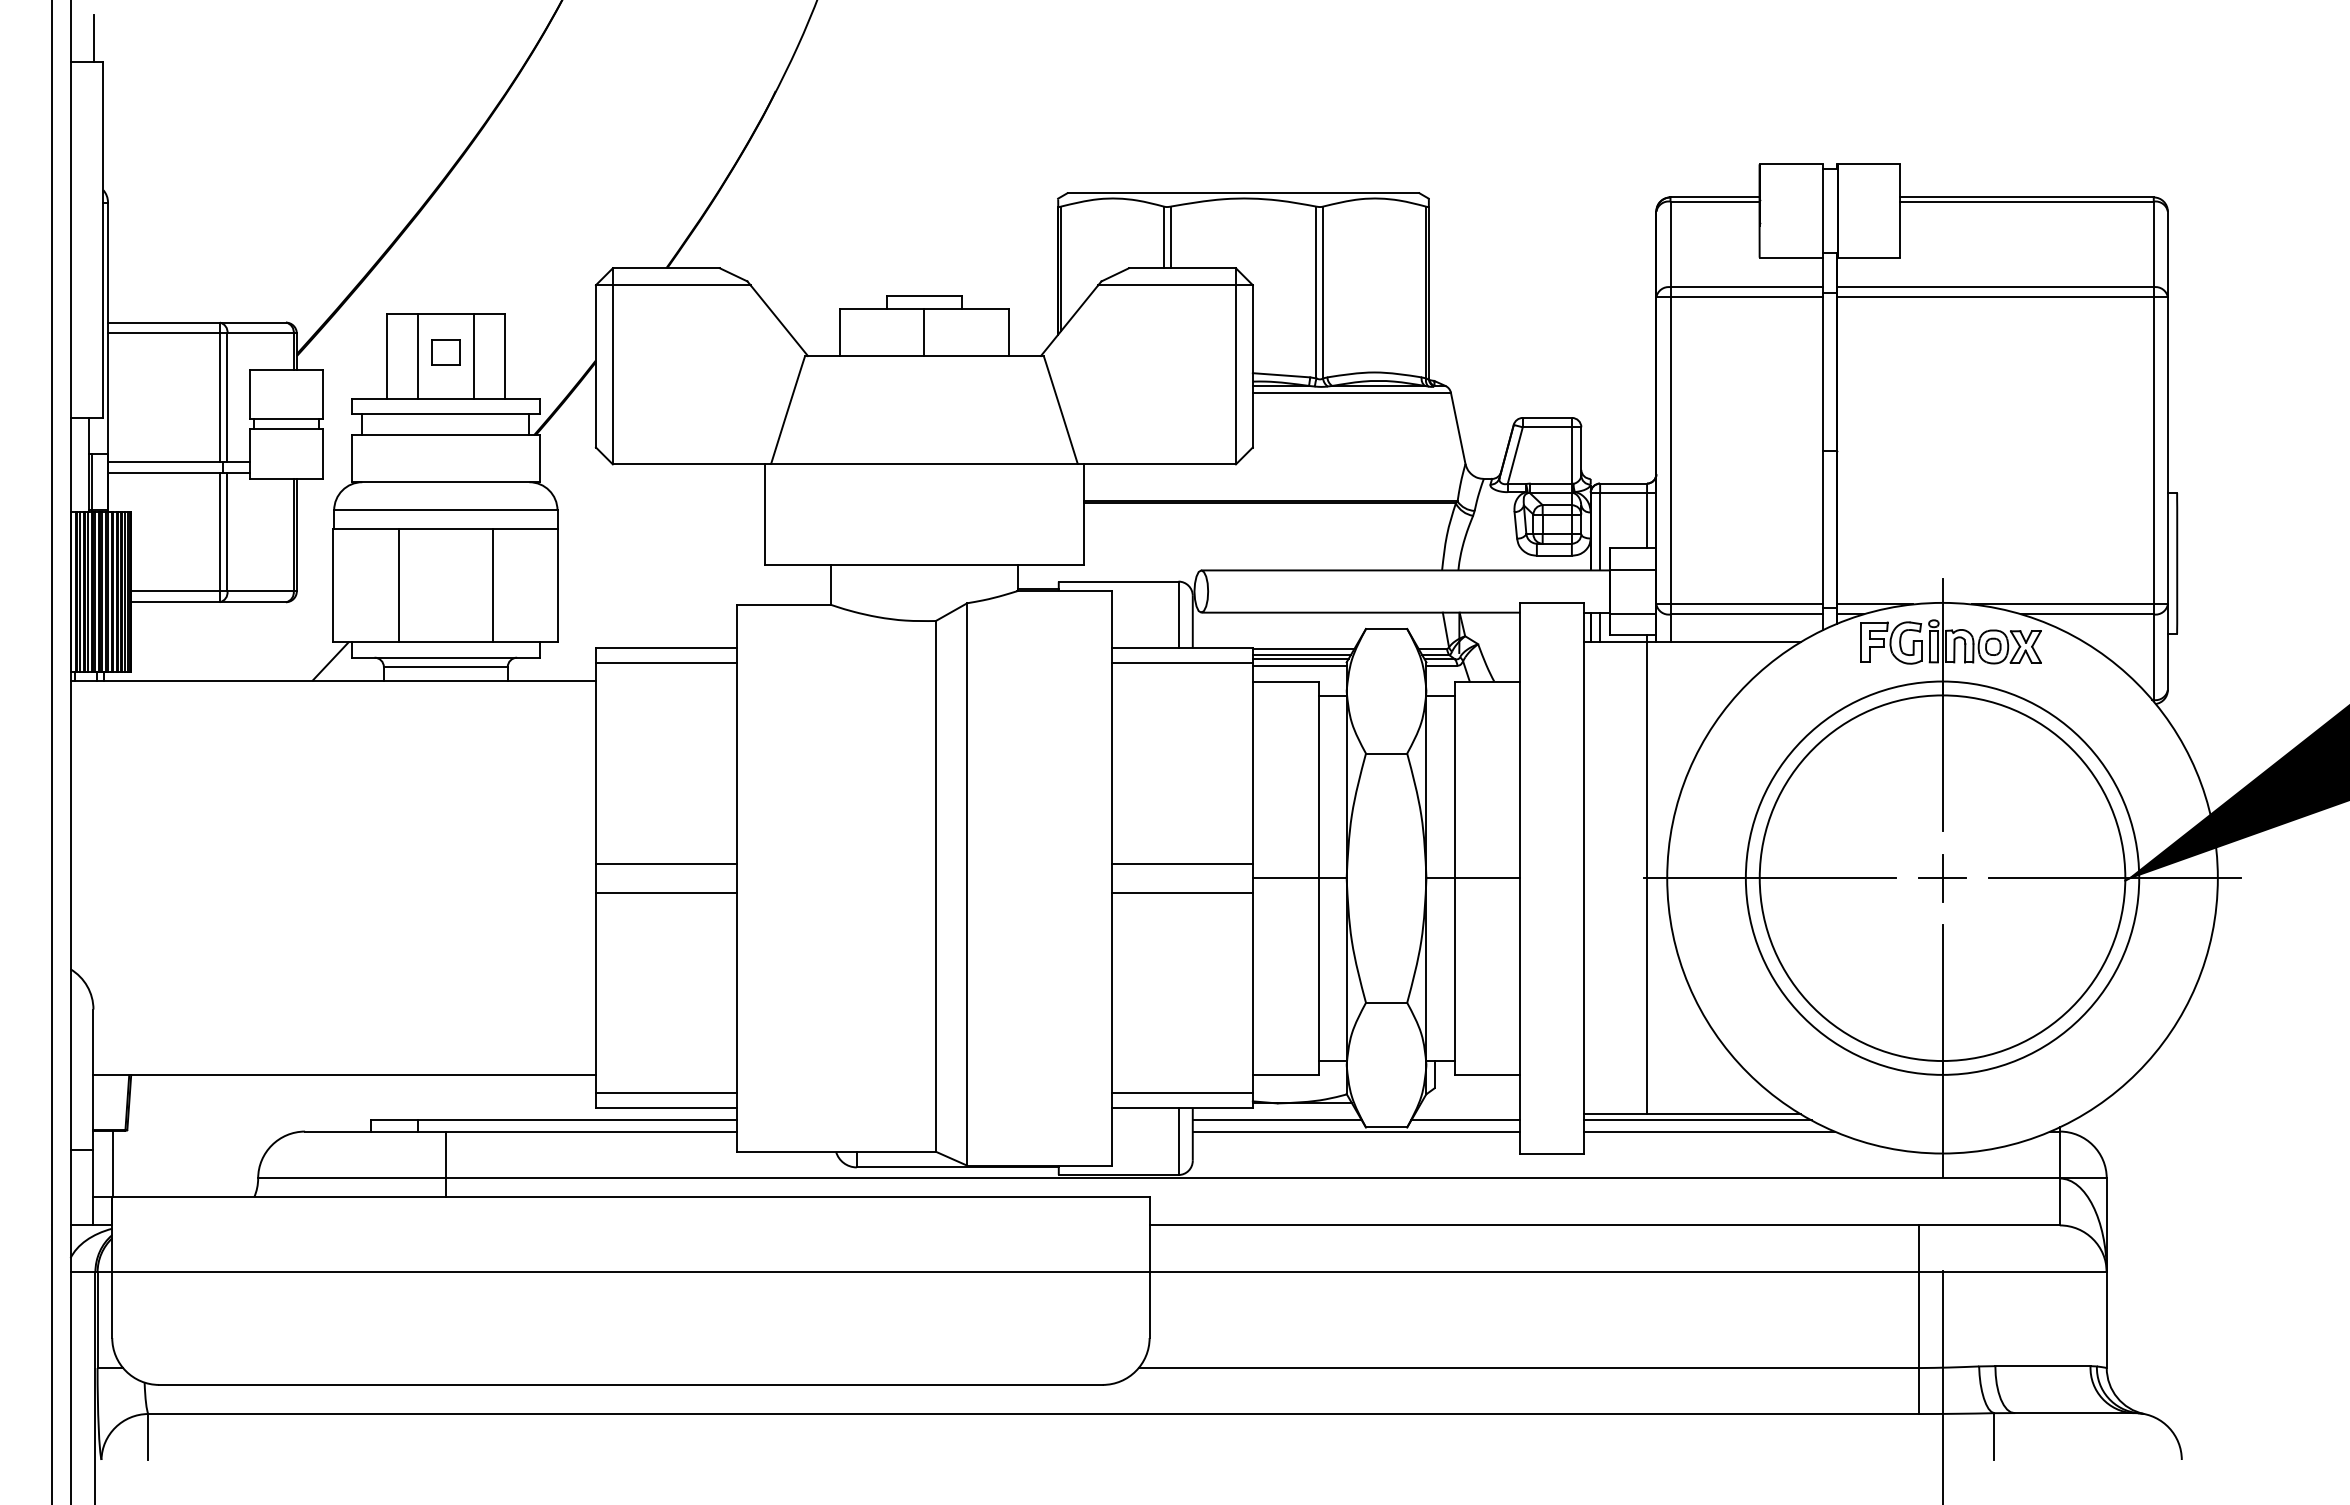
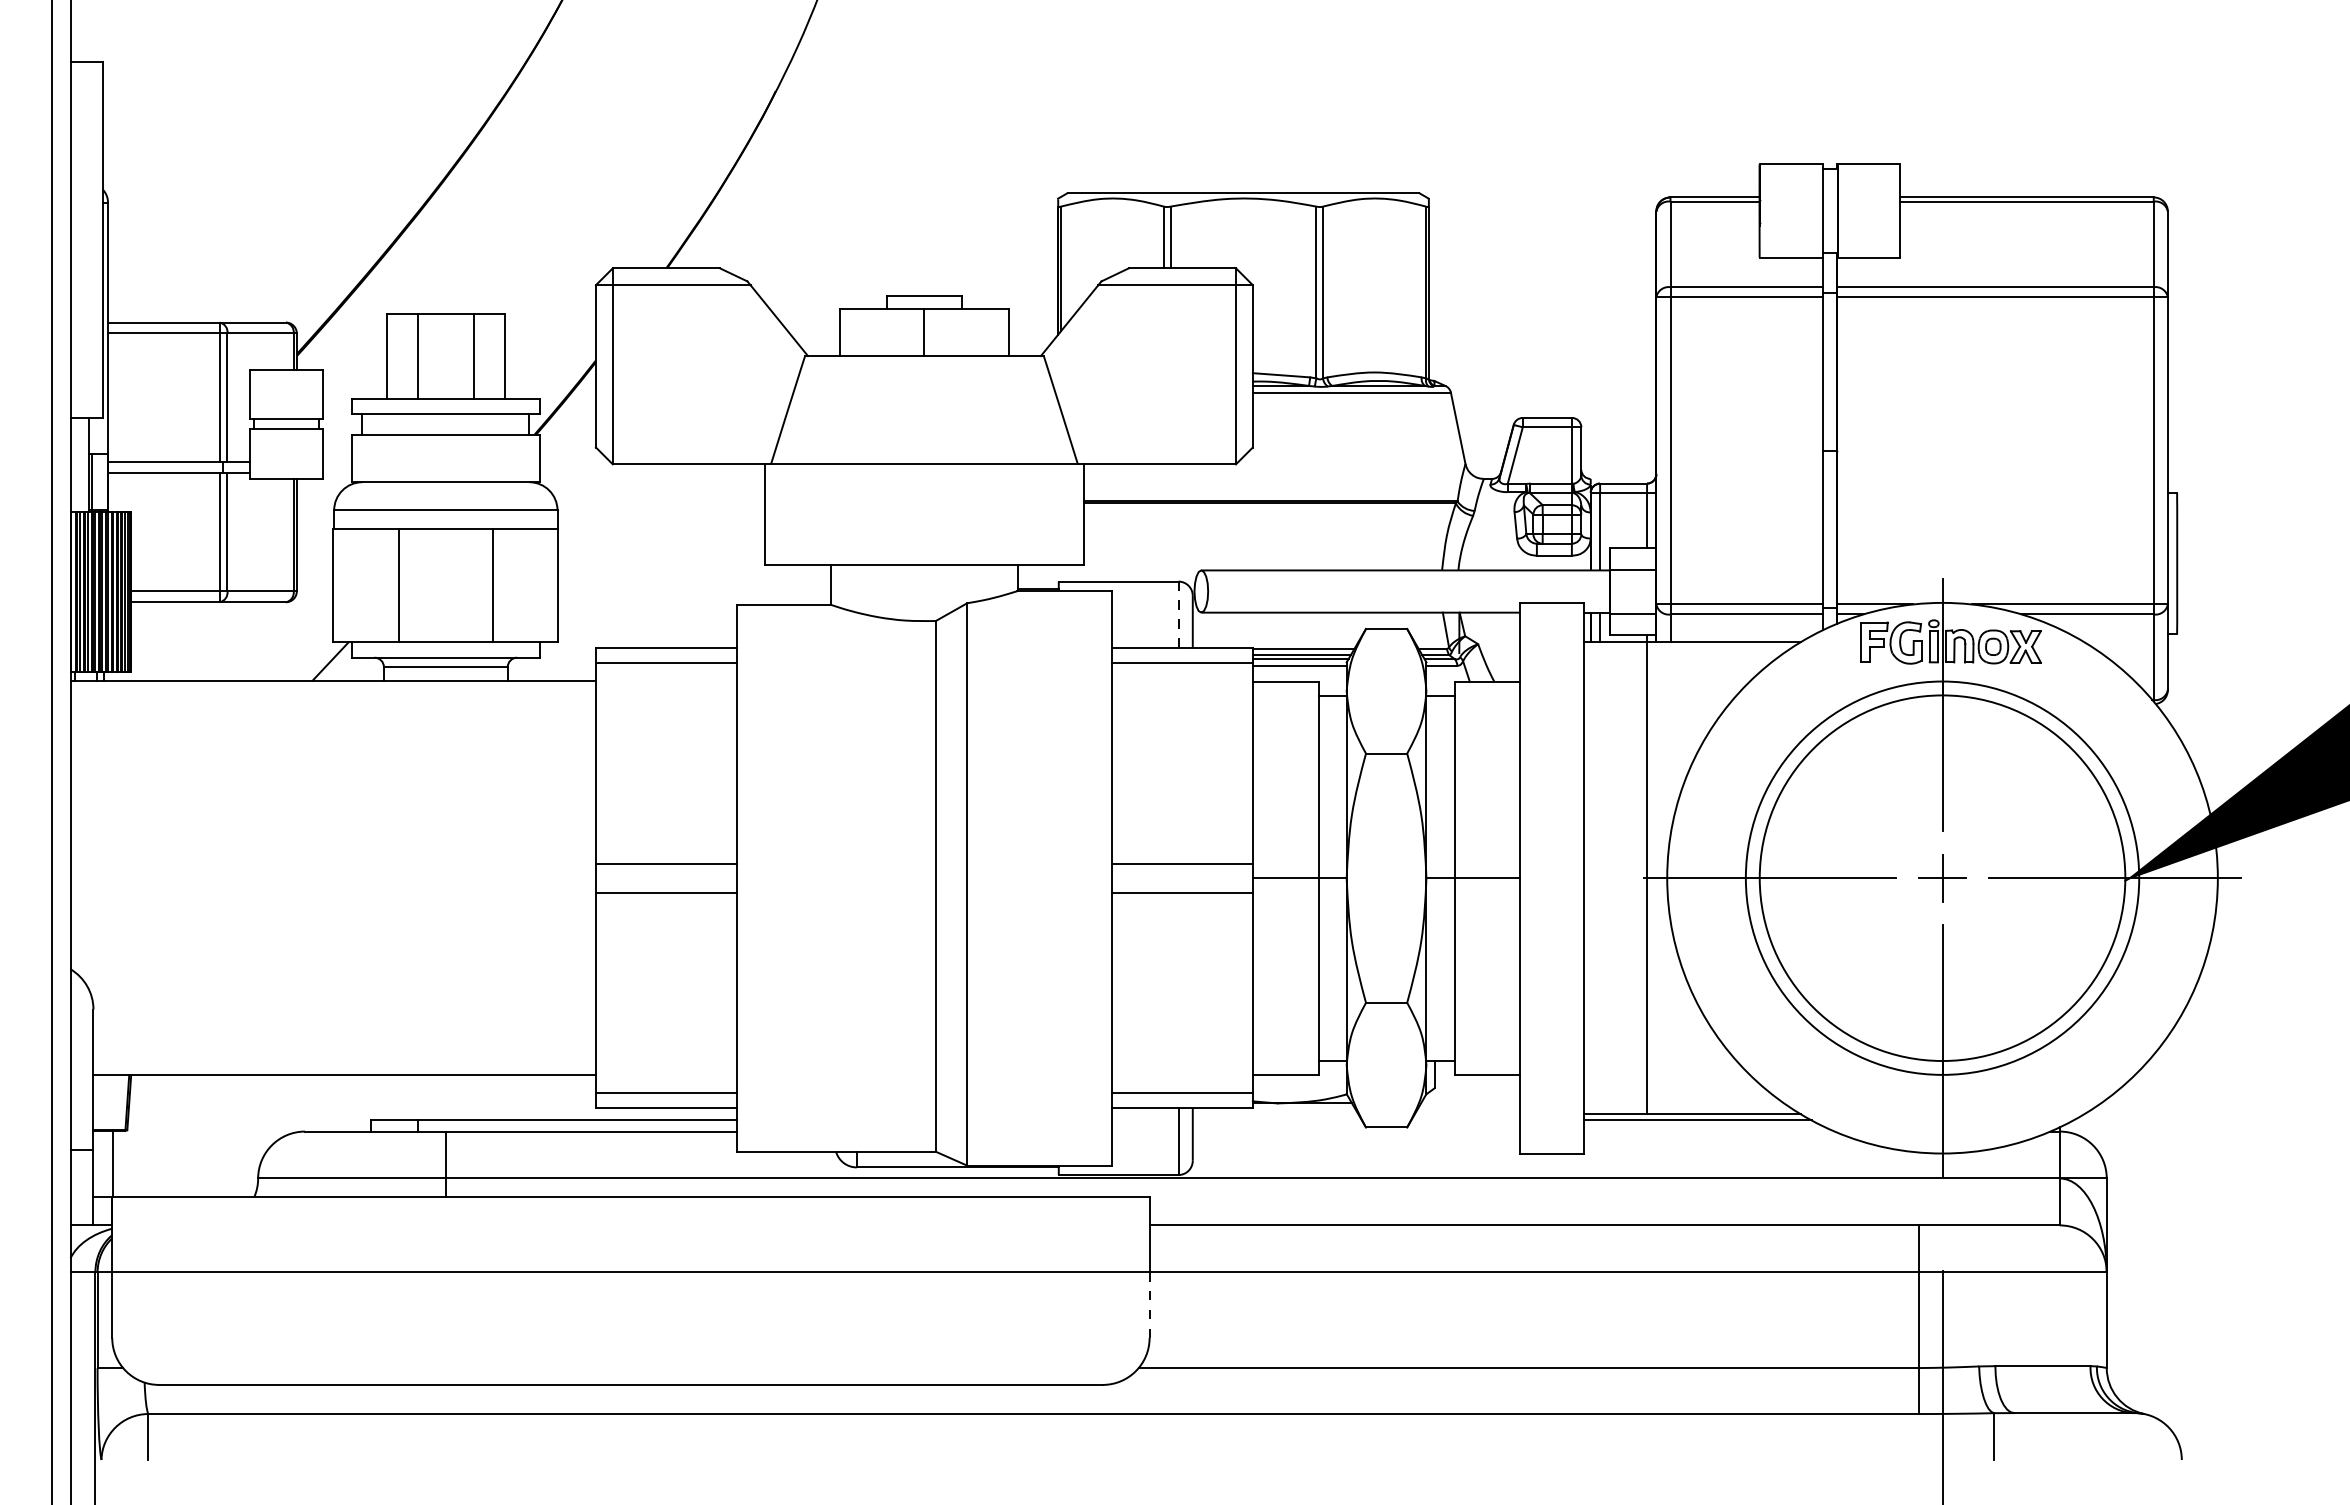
line at (93, 37): present -> none
part at (445, 352): present -> none
line at (1178, 615): solid -> dashed
line at (1276, 1120): present -> none
line at (1465, 1120): present -> none
line at (1356, 1131): present -> none
line at (1708, 1131): present -> none
line at (1149, 1305): solid -> dashed
